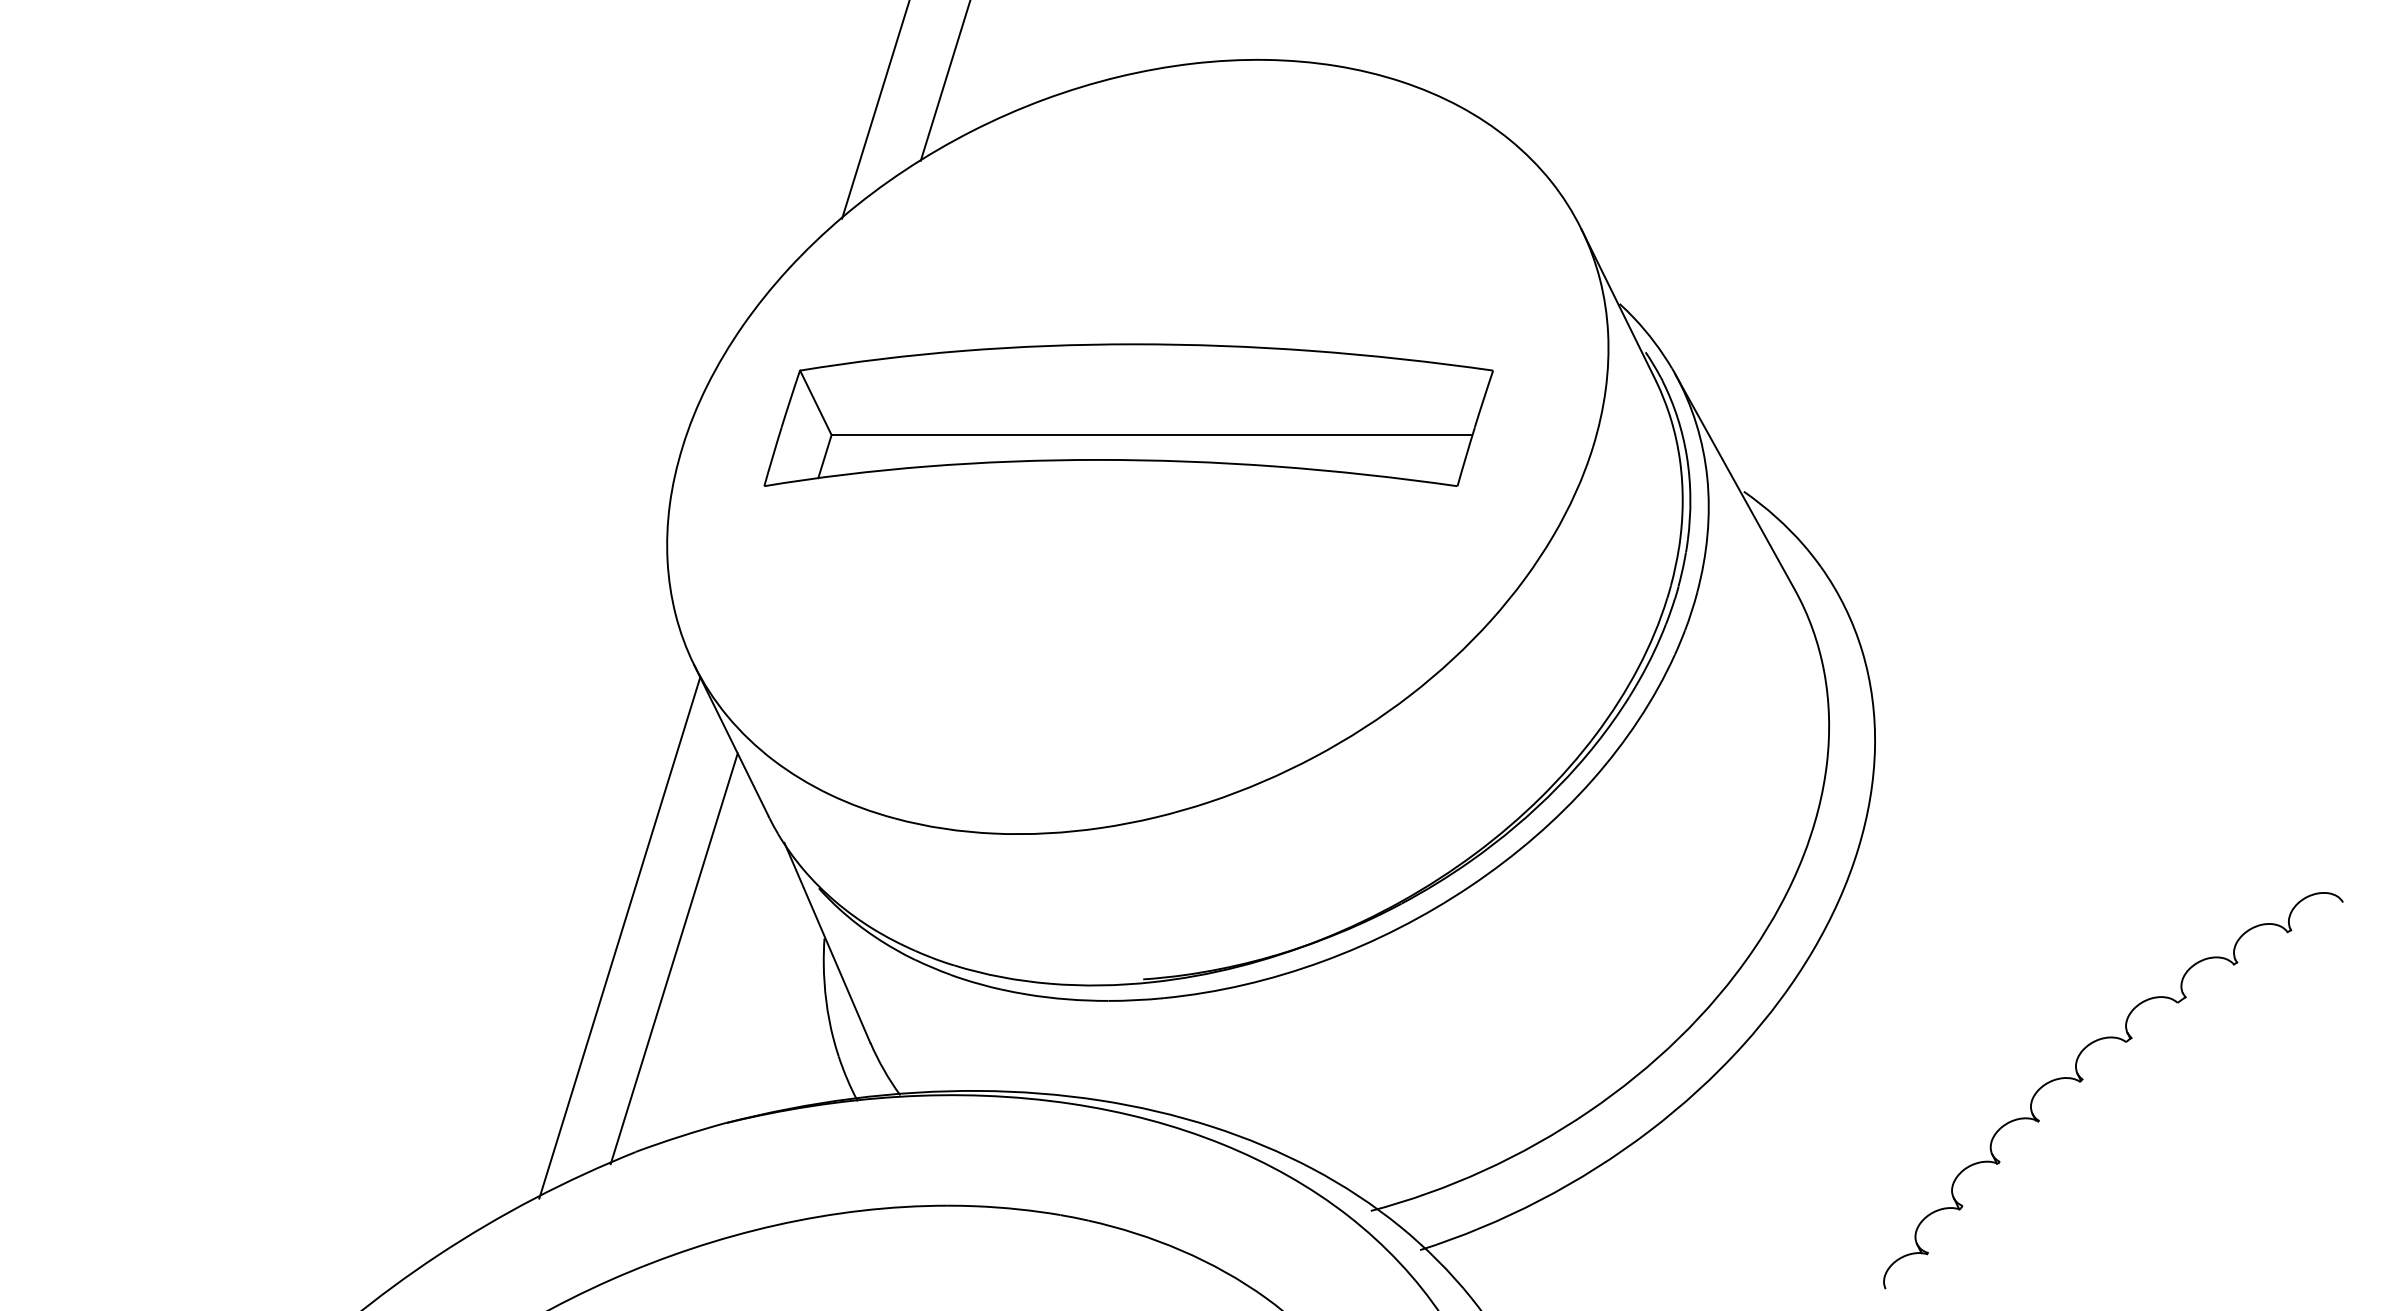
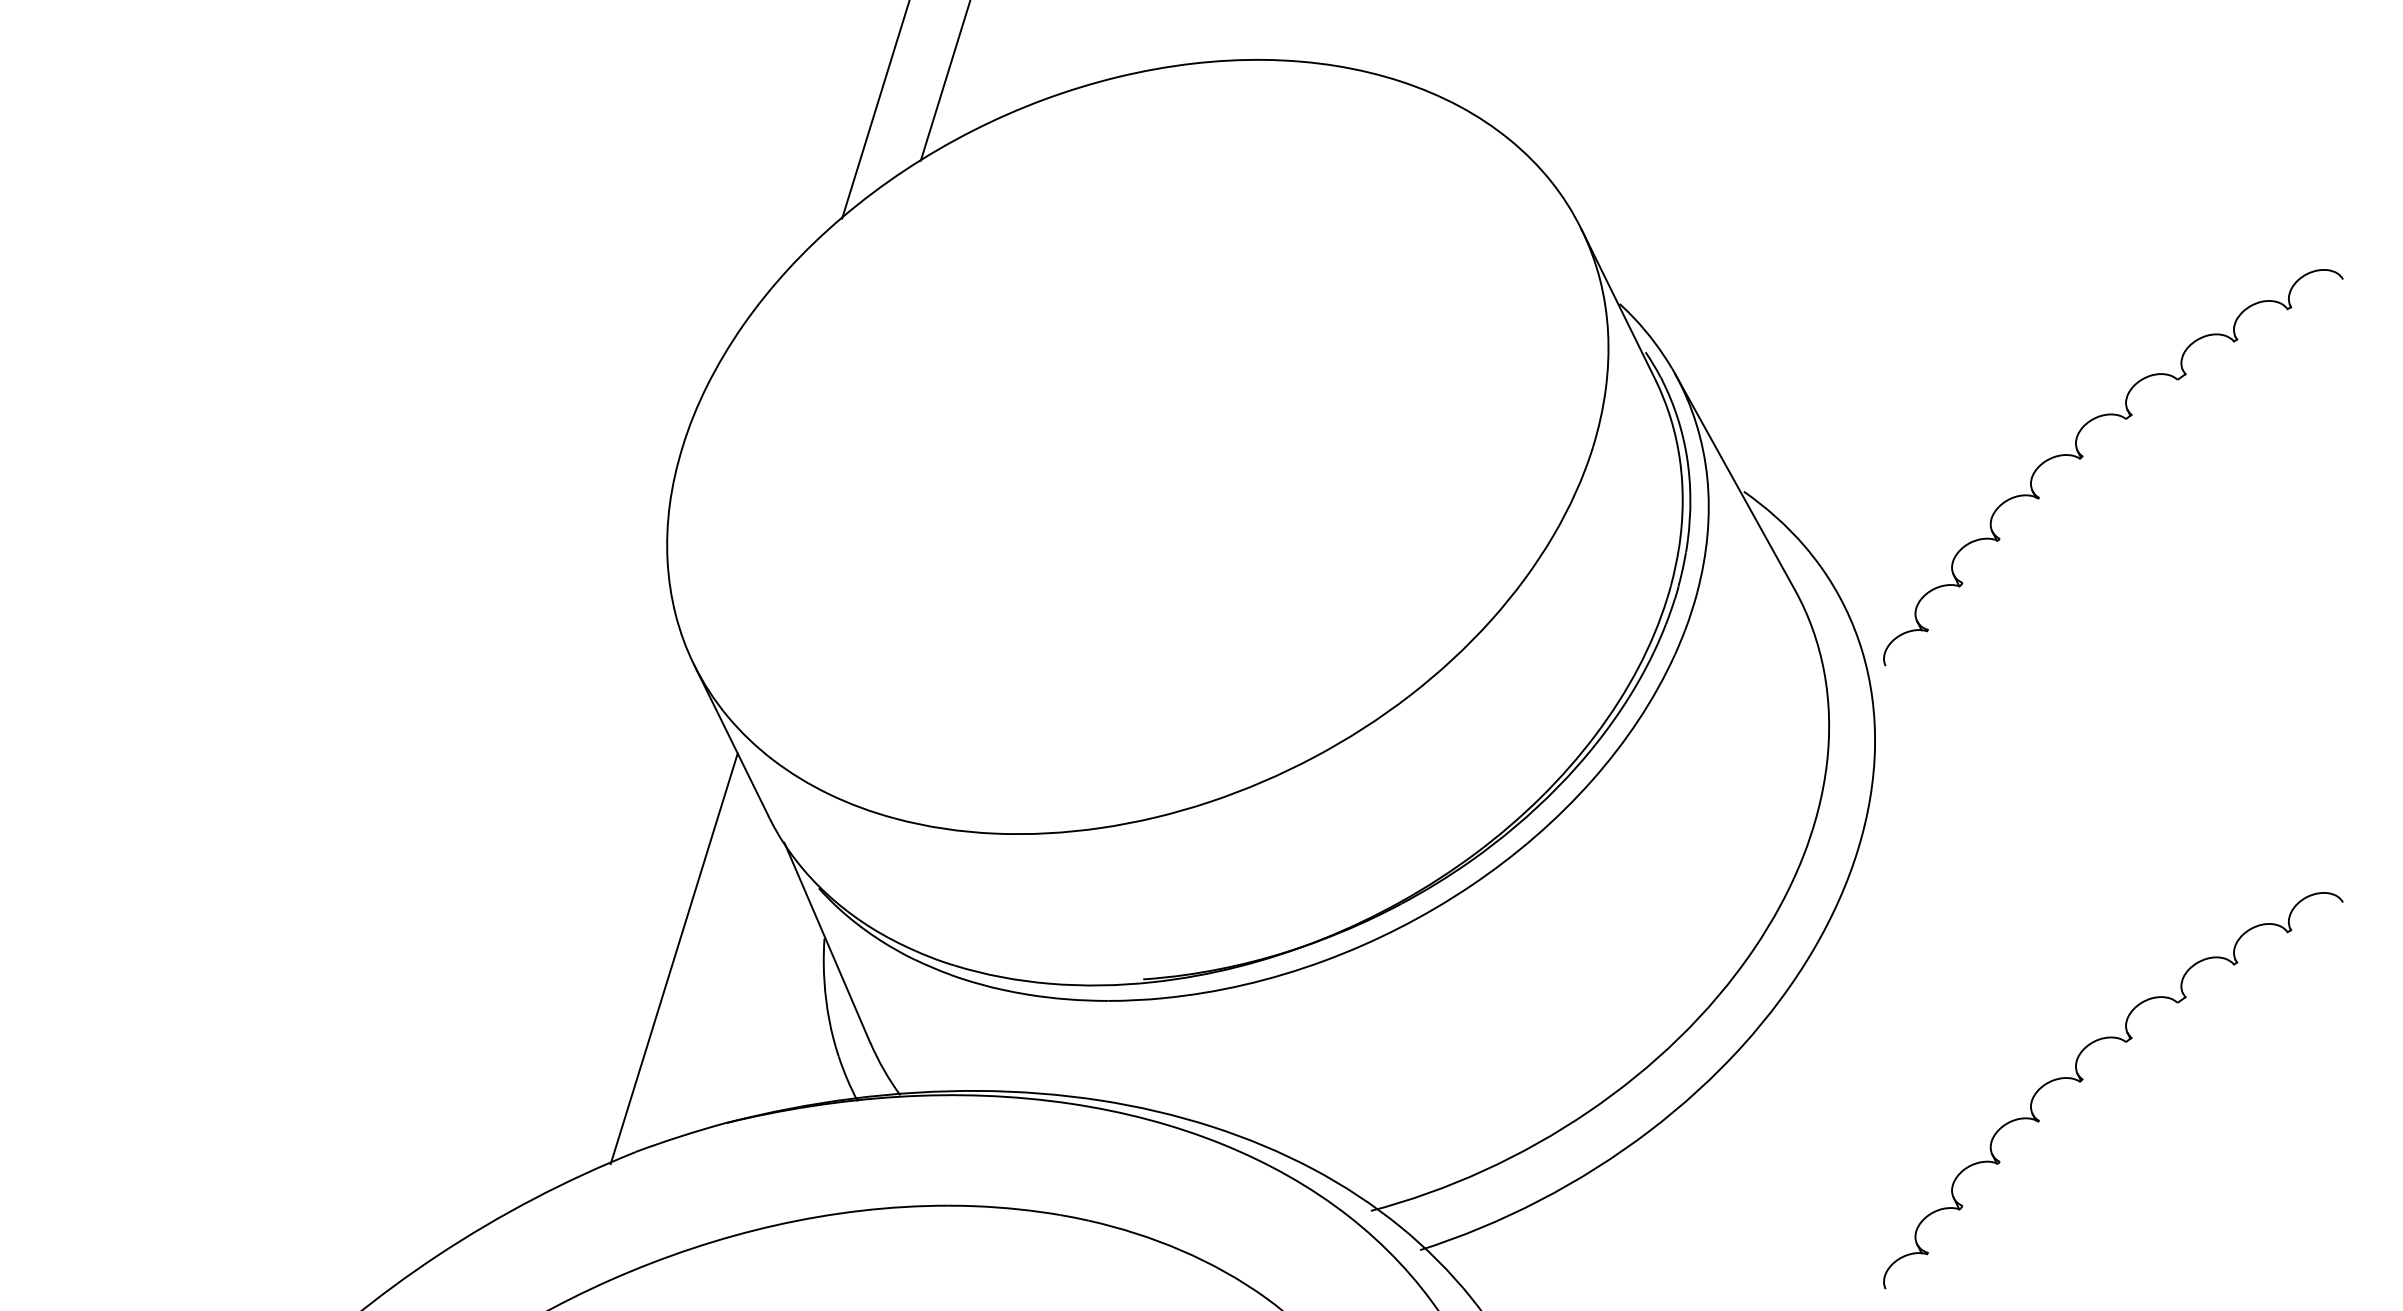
part at (1128, 414): present -> none
part at (2083, 456): none -> present
line at (619, 937): present -> none
